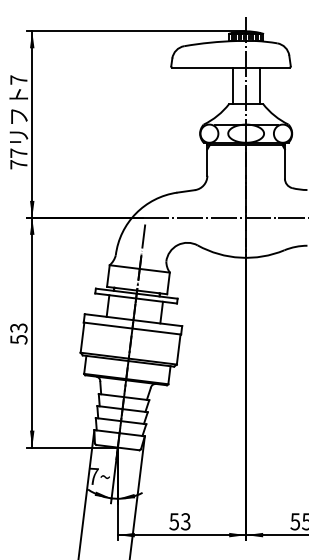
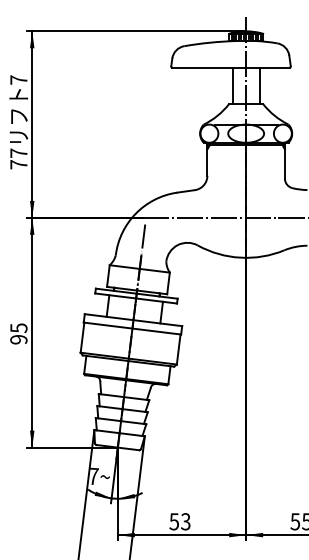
text at (18, 333): 53 -> 95
